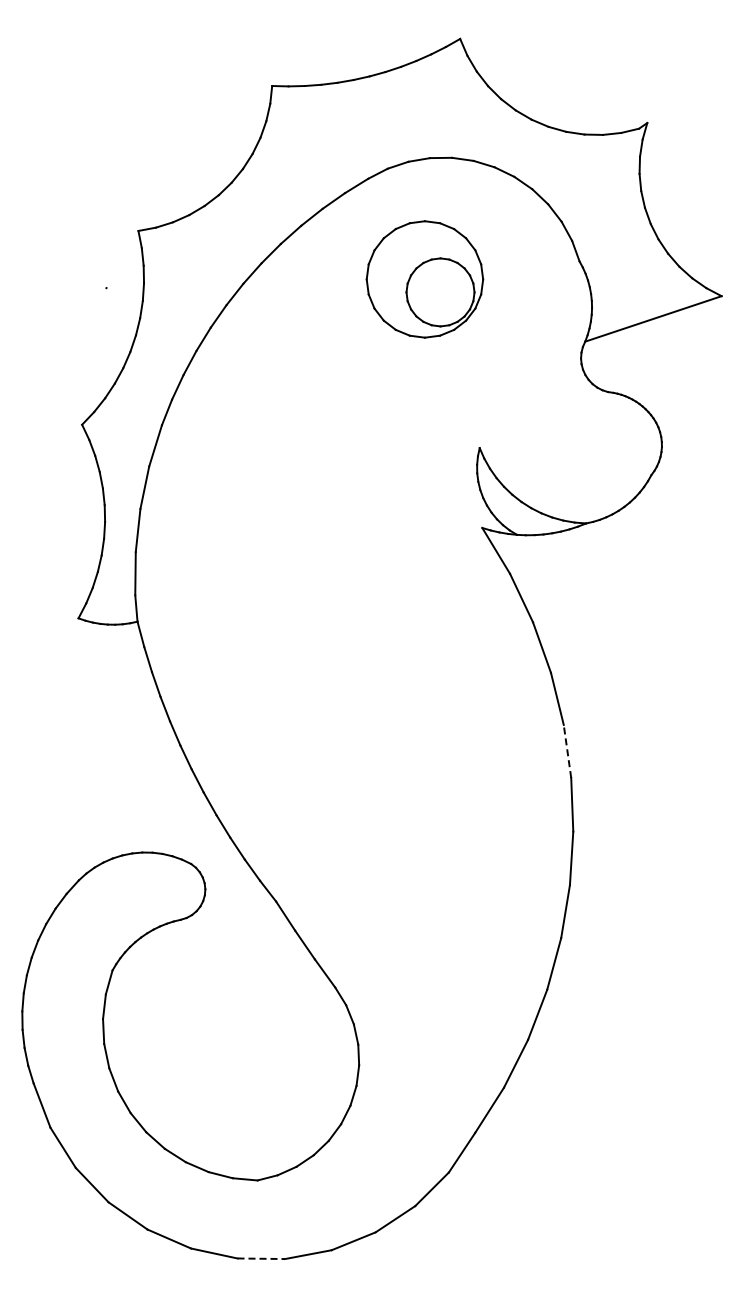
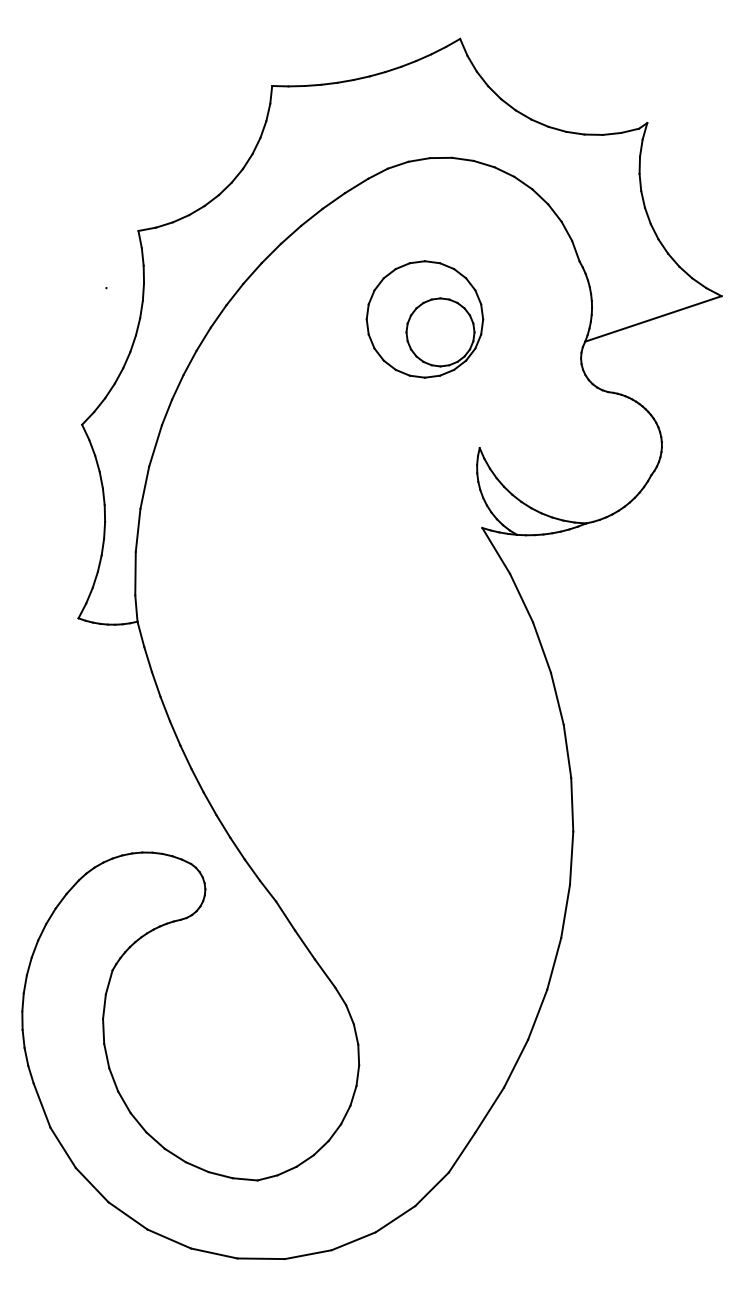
part at (424, 279) position: (424, 279) -> (424, 319)
line at (567, 751): dashed -> solid
line at (261, 1258): dashed -> solid
